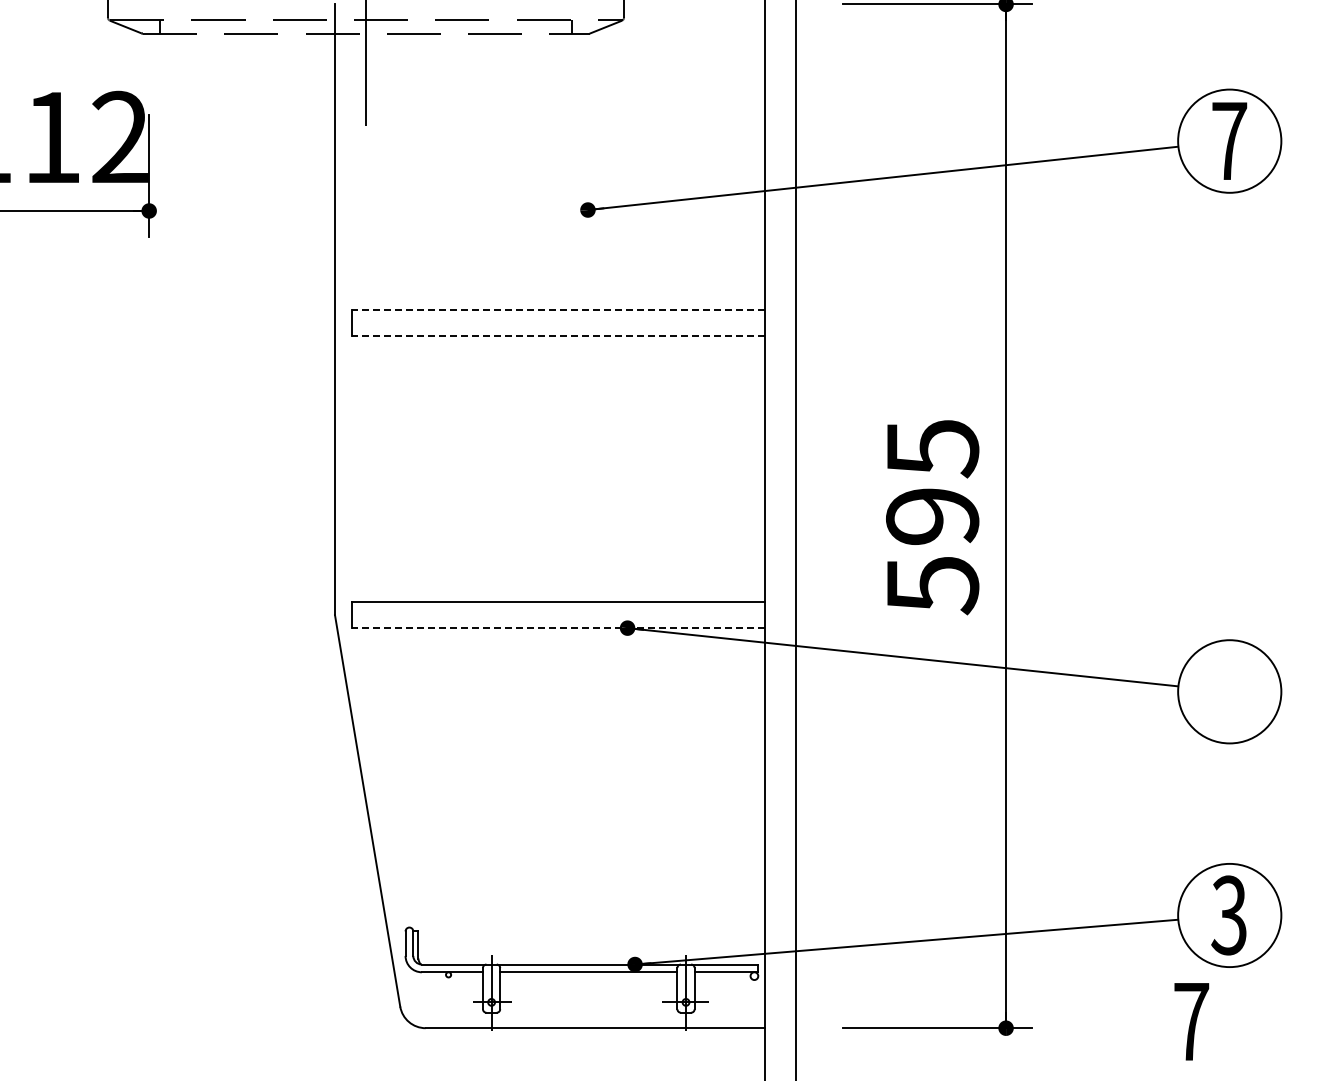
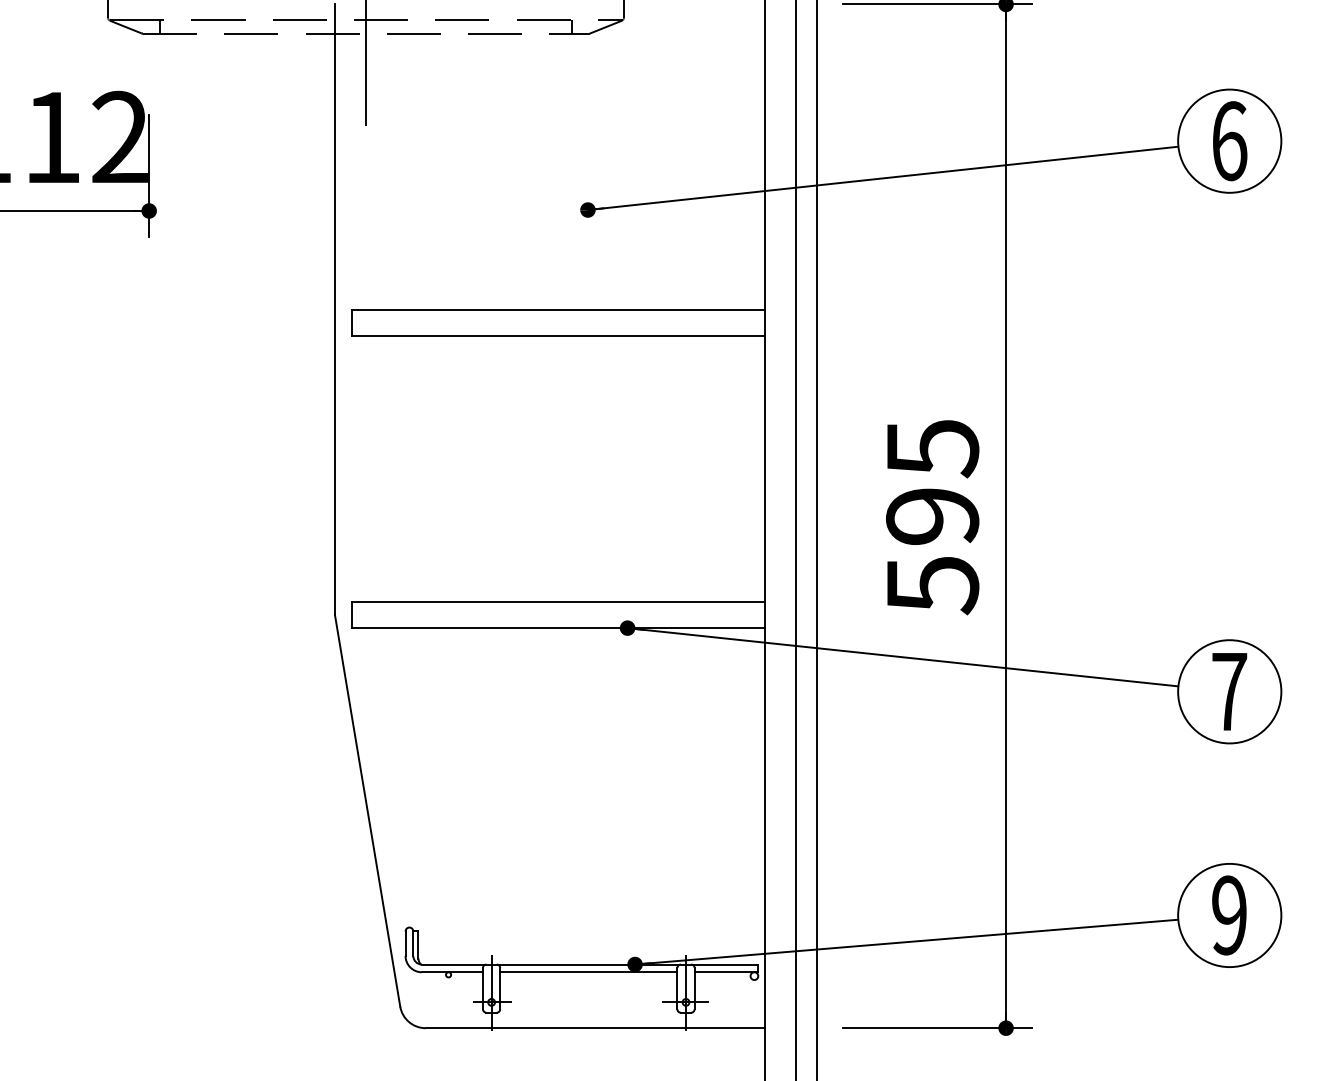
text at (1229, 141): 7 -> 6
line at (558, 309): dashed -> solid
line at (558, 335): dashed -> solid
line at (816, 539): none -> present
line at (558, 628): dashed -> solid
text at (1228, 915): 3 -> 9
text at (1191, 1021) position: (1191, 1021) -> (1229, 691)
